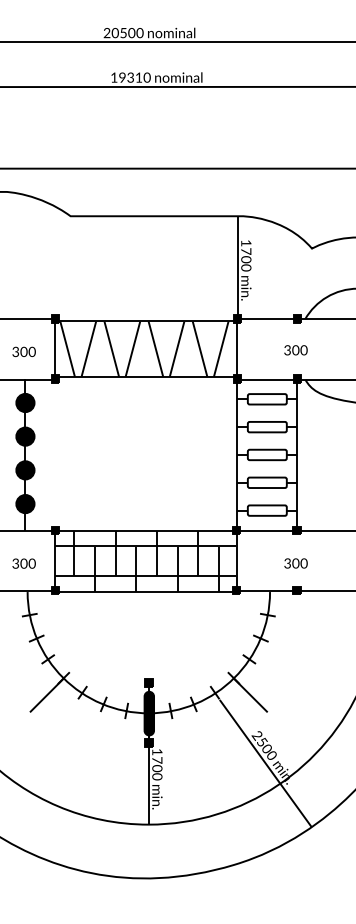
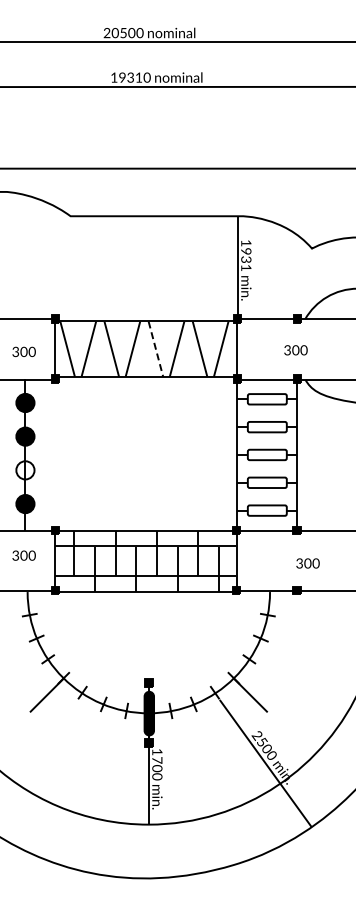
text at (246, 259): 1700 -> 1931
line at (155, 349): solid -> dashed
fill at (25, 470): present -> none
text at (23, 563) position: (23, 563) -> (23, 555)
text at (295, 563) position: (295, 563) -> (307, 563)
